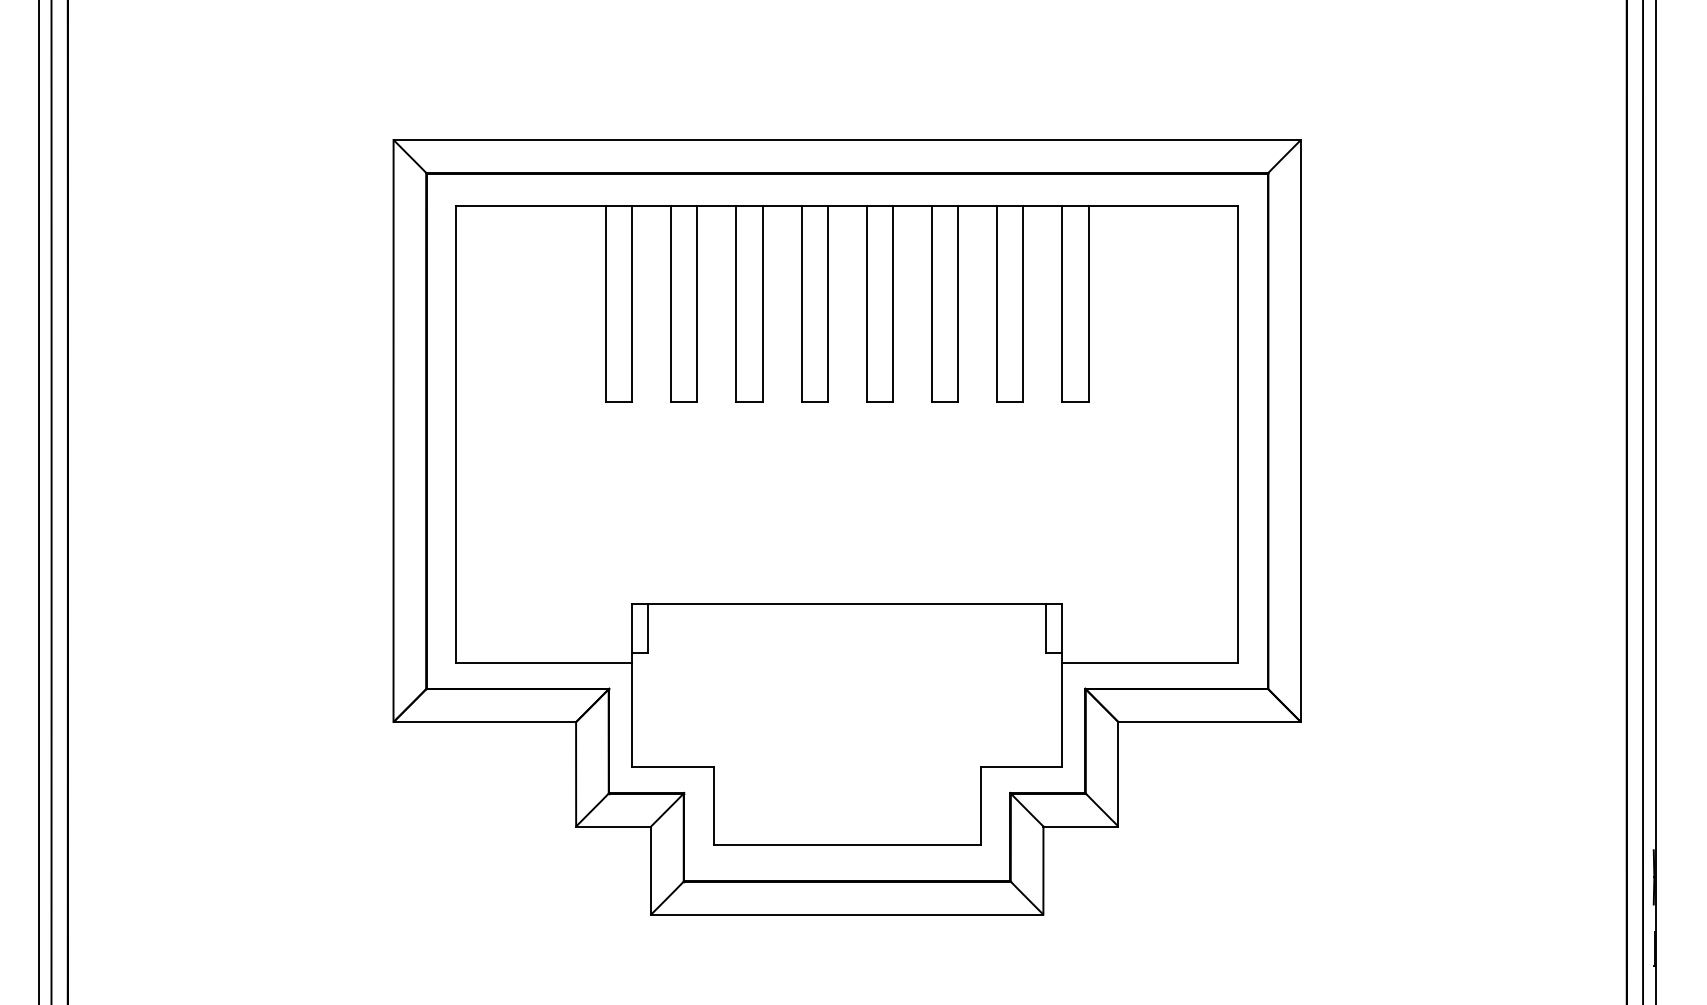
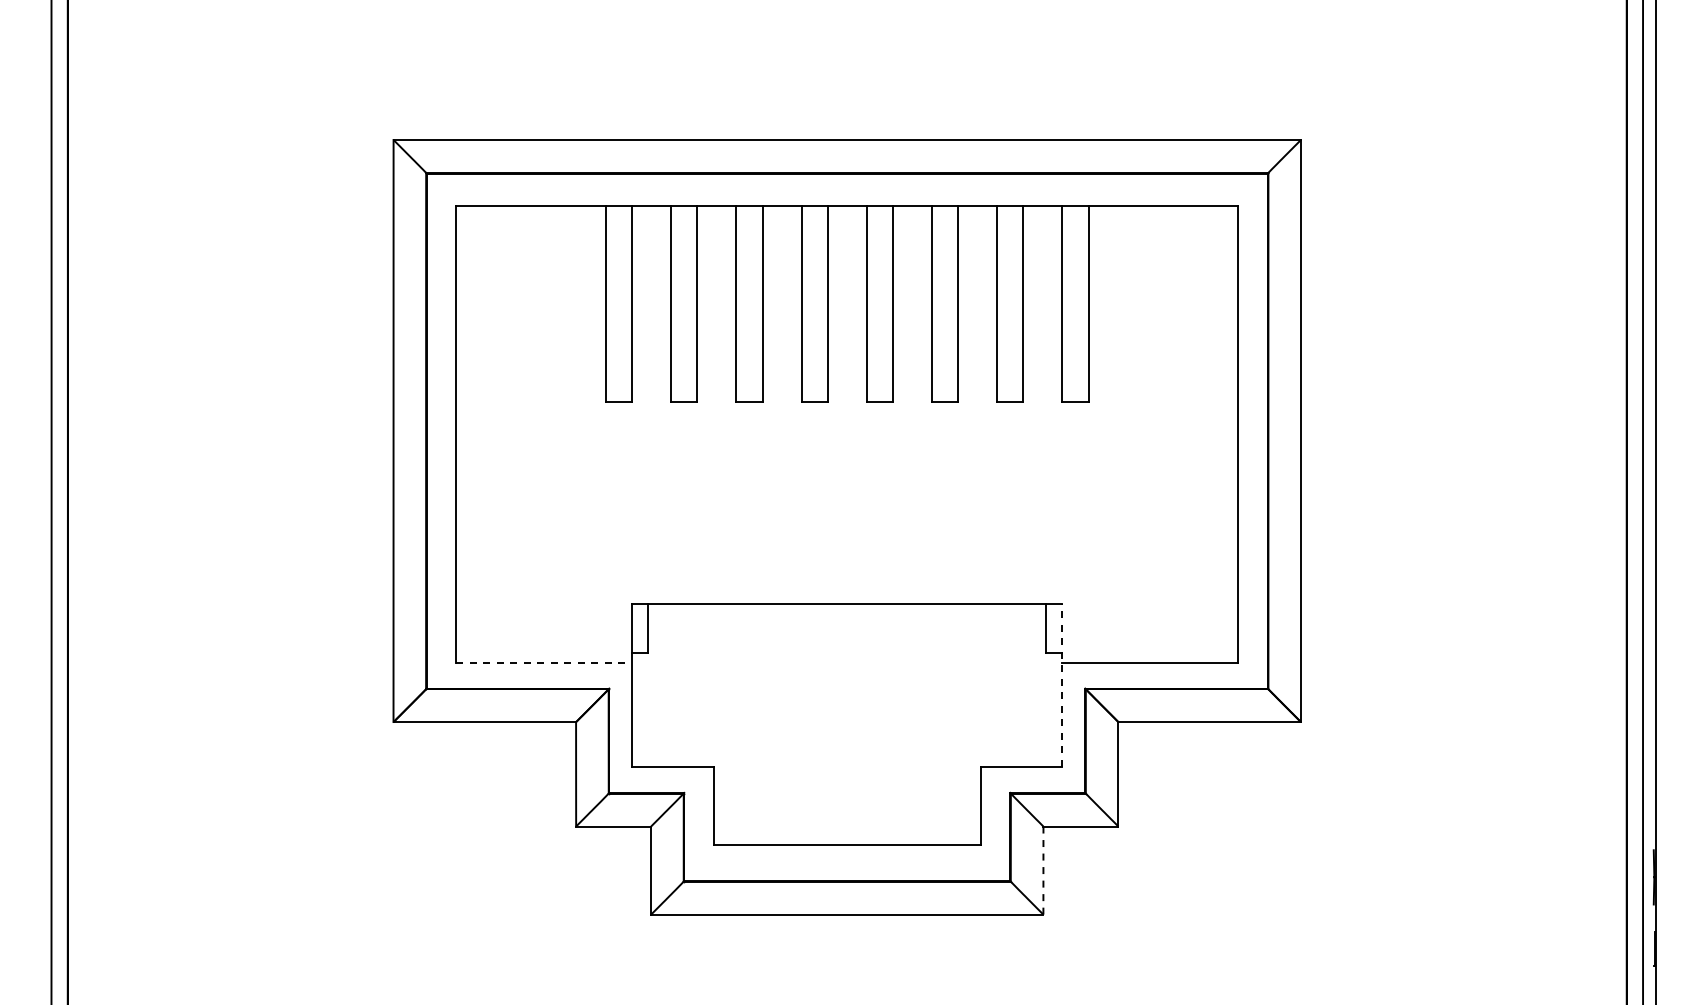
line at (38, 501): present -> none
line at (544, 662): solid -> dashed
line at (1062, 685): solid -> dashed
line at (1043, 871): solid -> dashed
